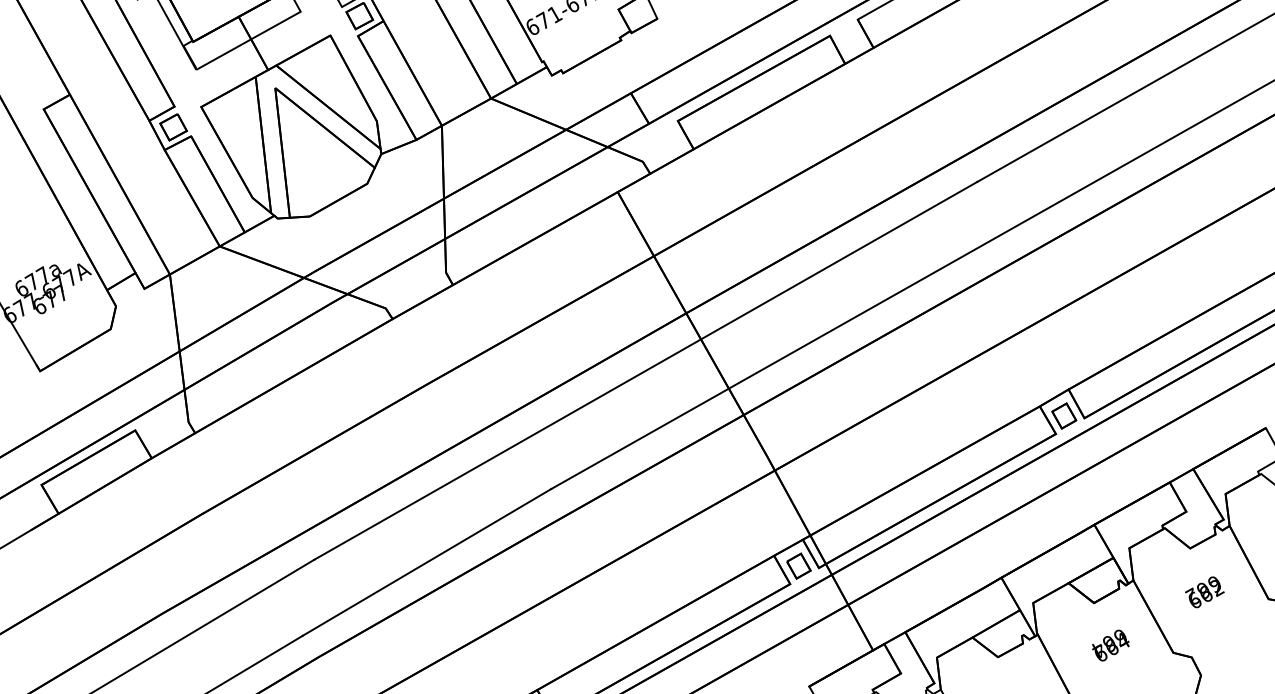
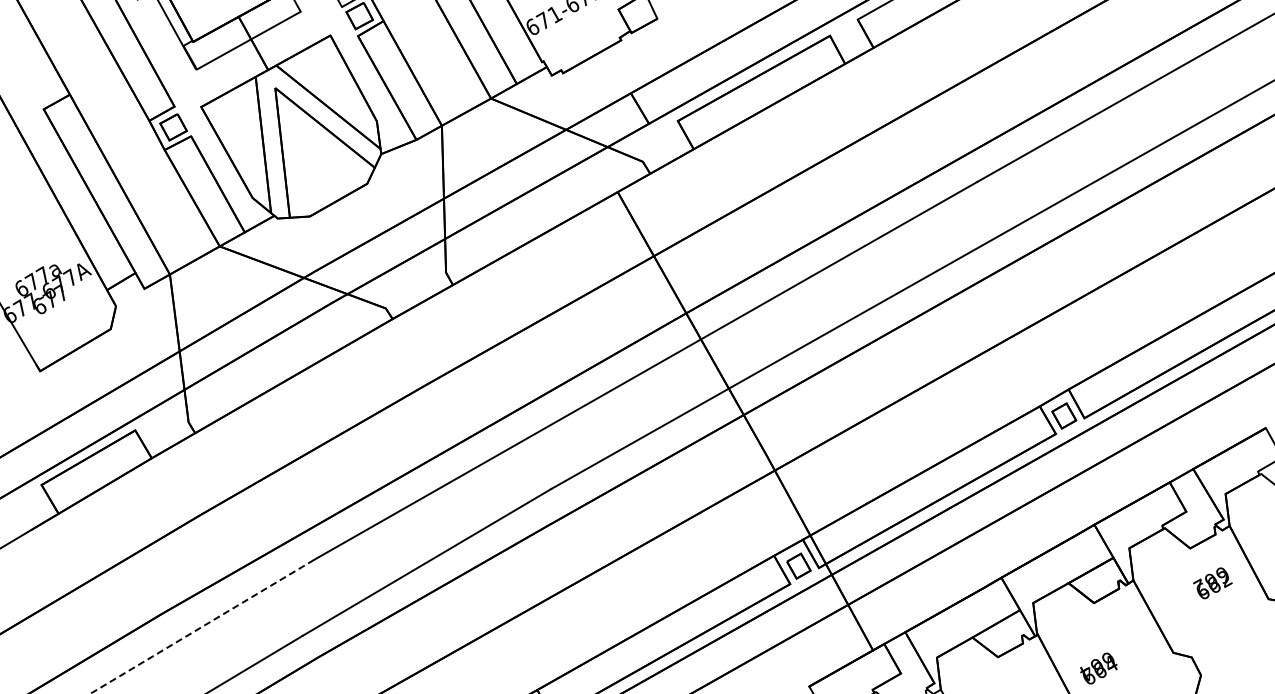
text at (1204, 592) position: (1204, 592) -> (1212, 583)
line at (201, 627): solid -> dashed
text at (1110, 645) position: (1110, 645) -> (1098, 668)
